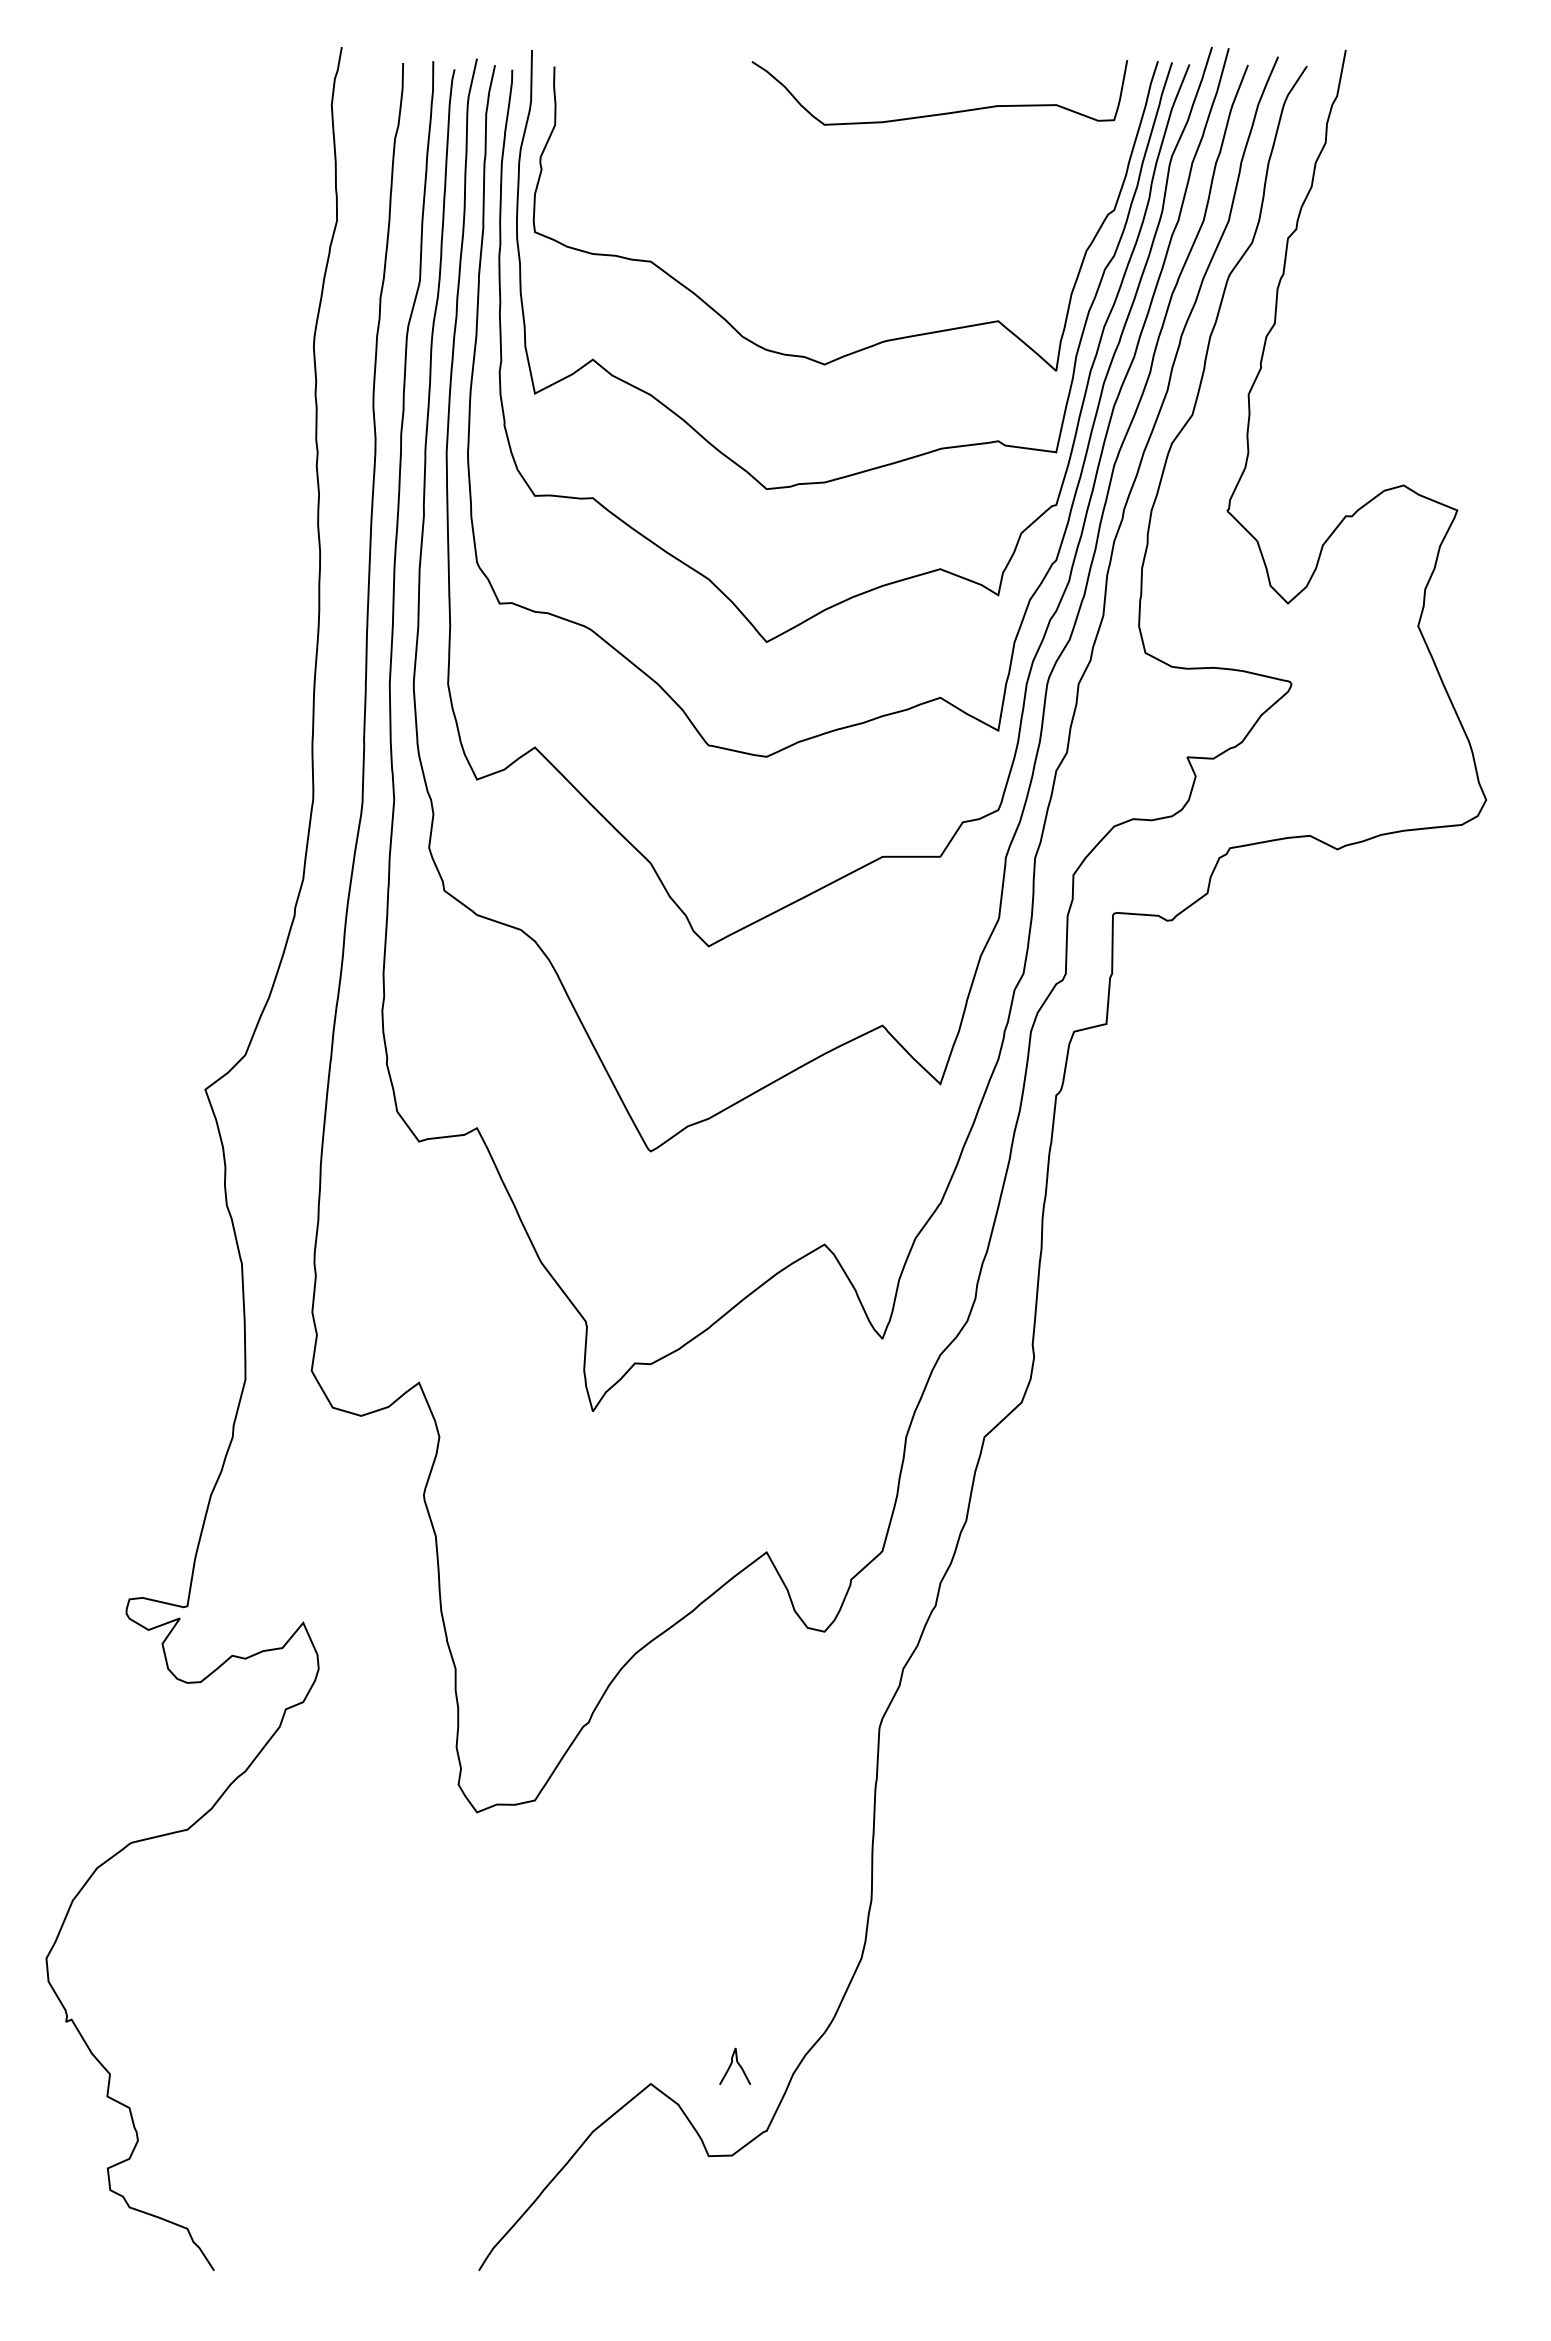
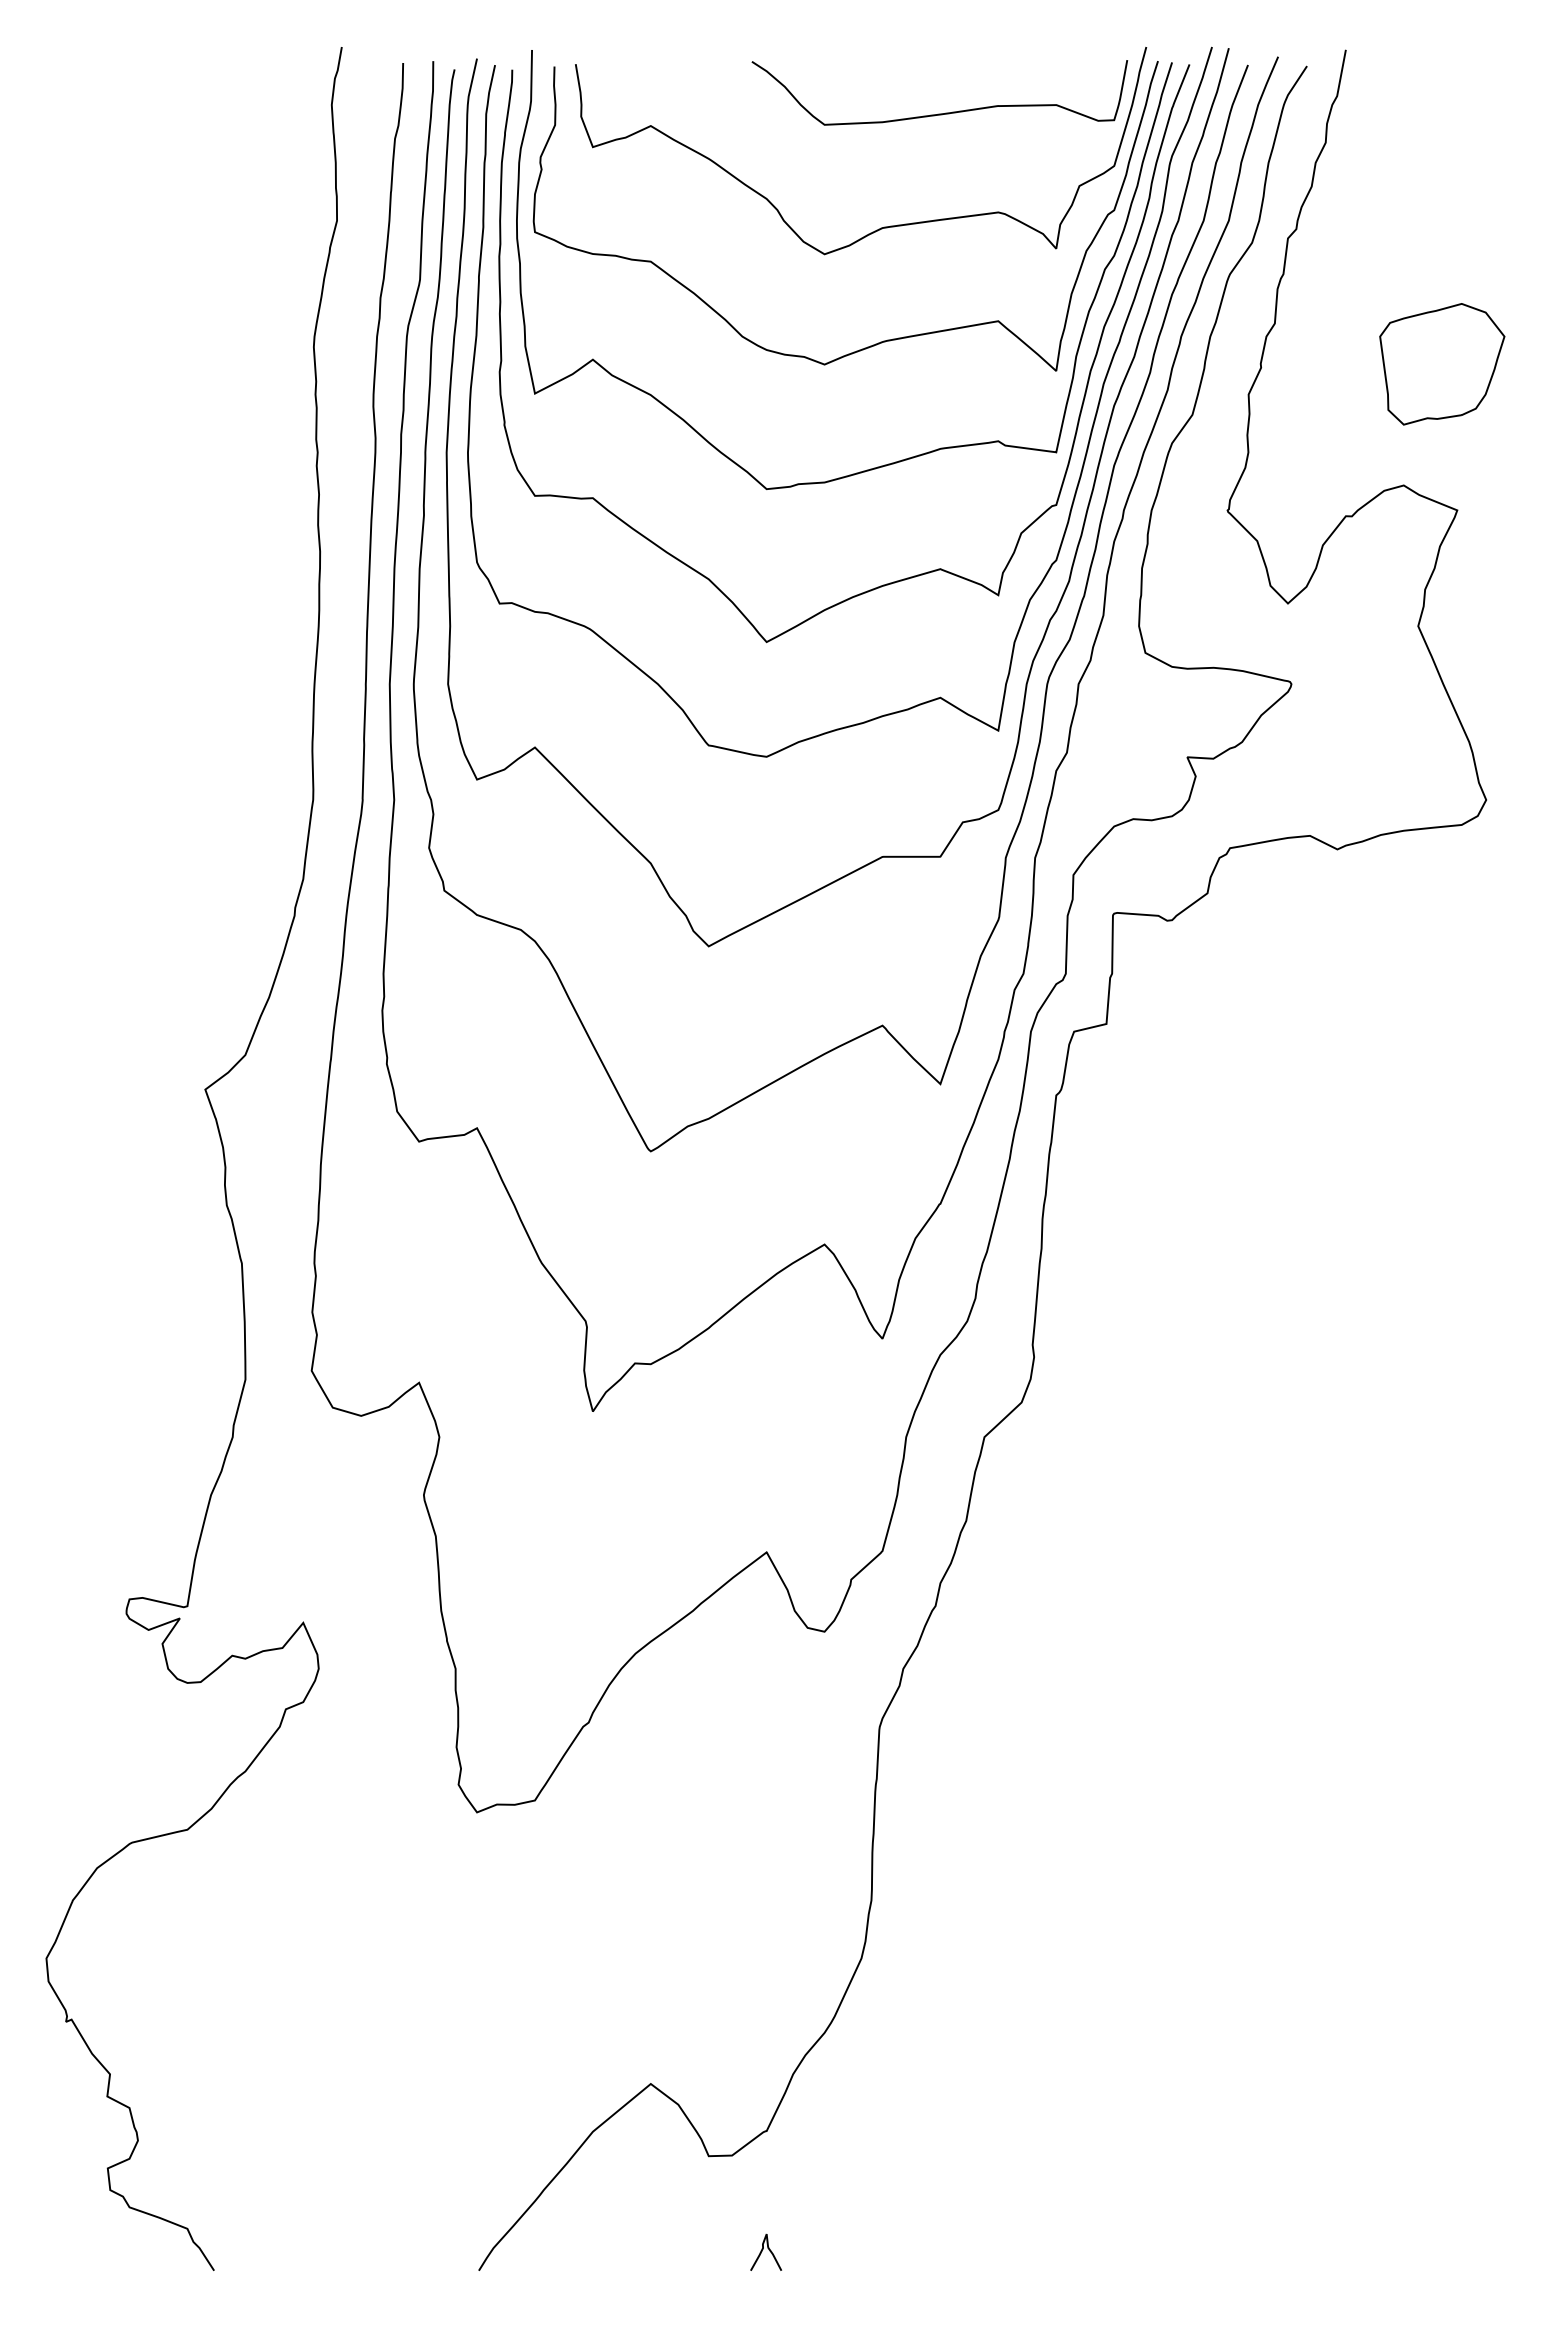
curve at (884, 226): none -> present
part at (1442, 364): none -> present
curve at (737, 2063) position: (737, 2063) -> (768, 2249)
